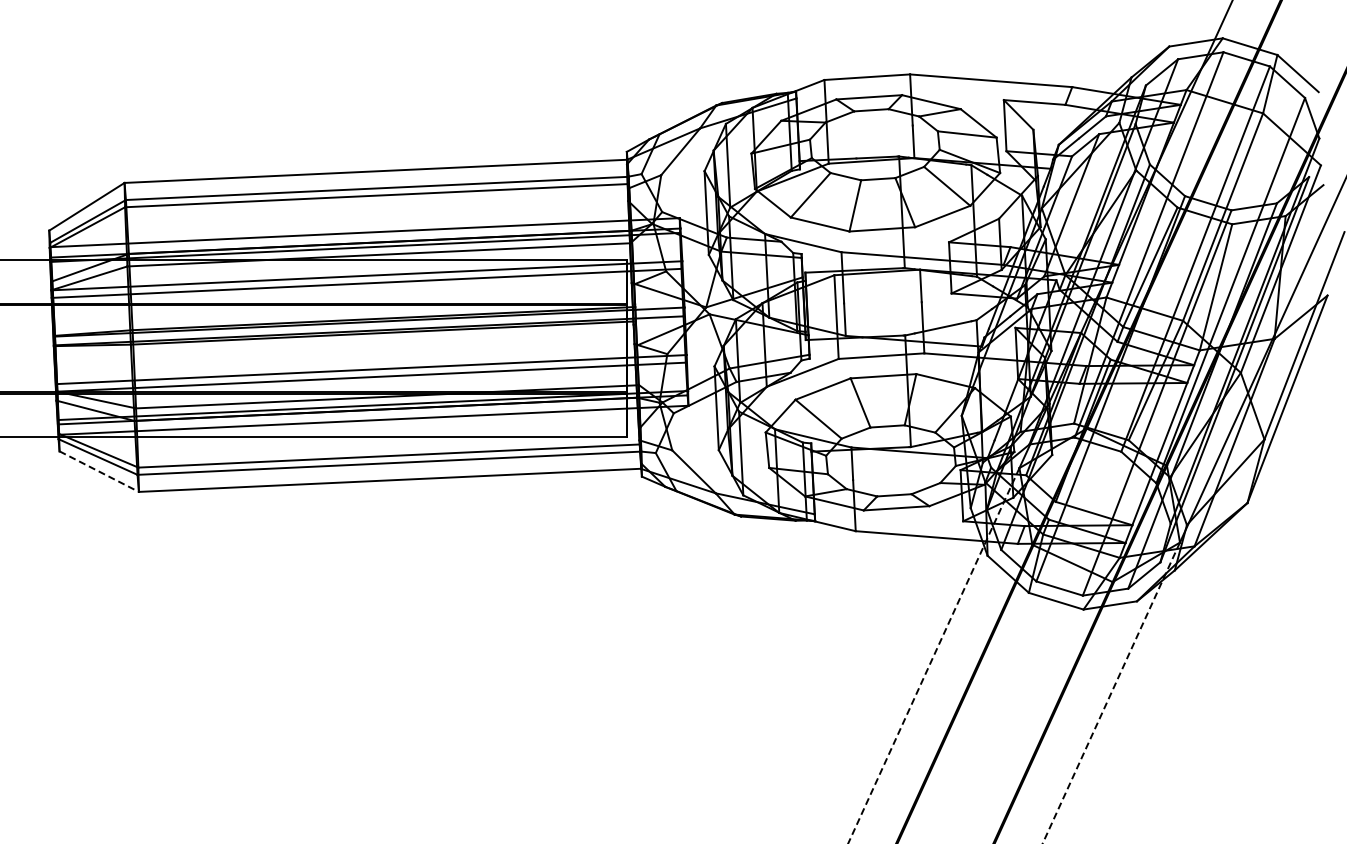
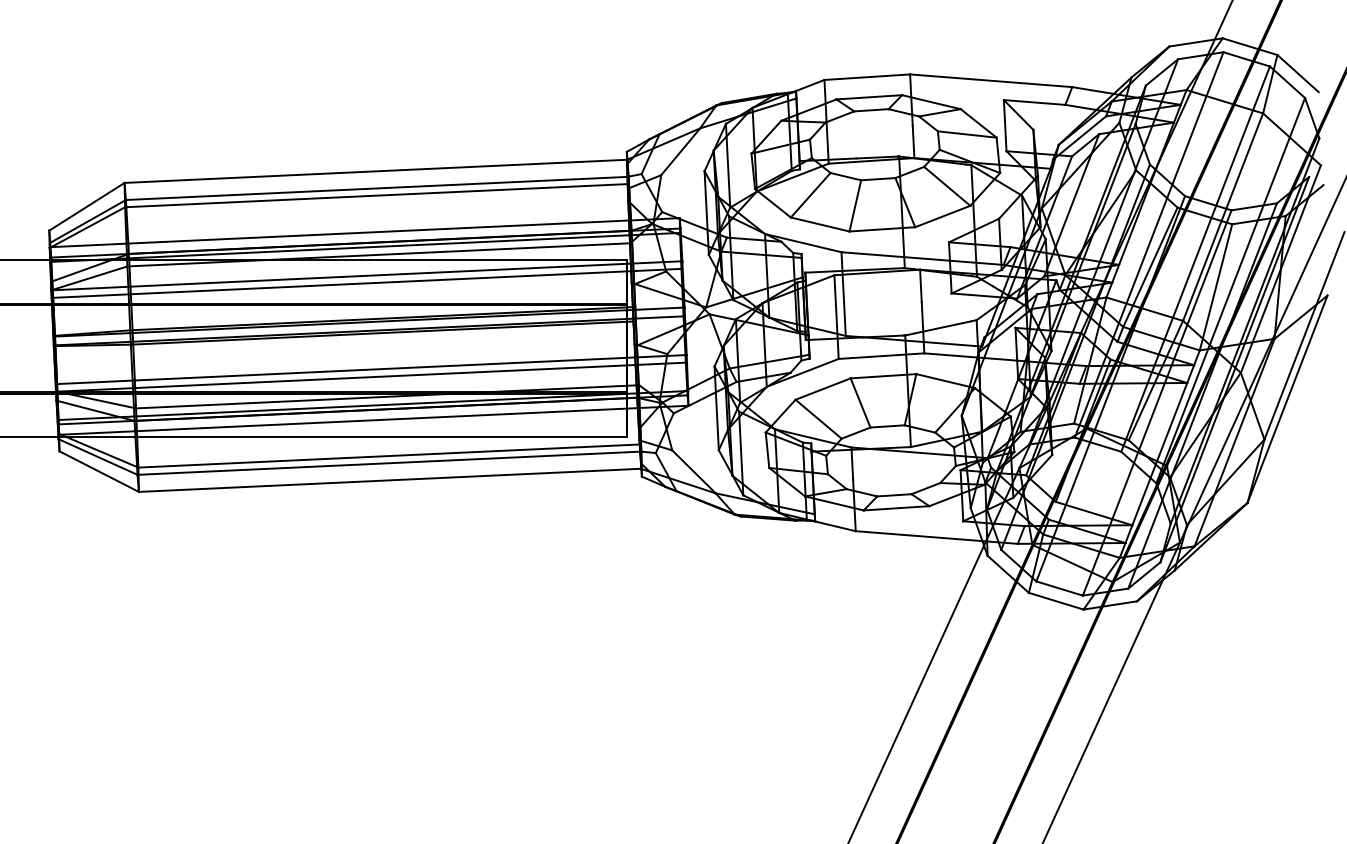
line at (99, 471): dashed -> solid
line at (933, 656): dashed -> solid
line at (1111, 693): dashed -> solid
